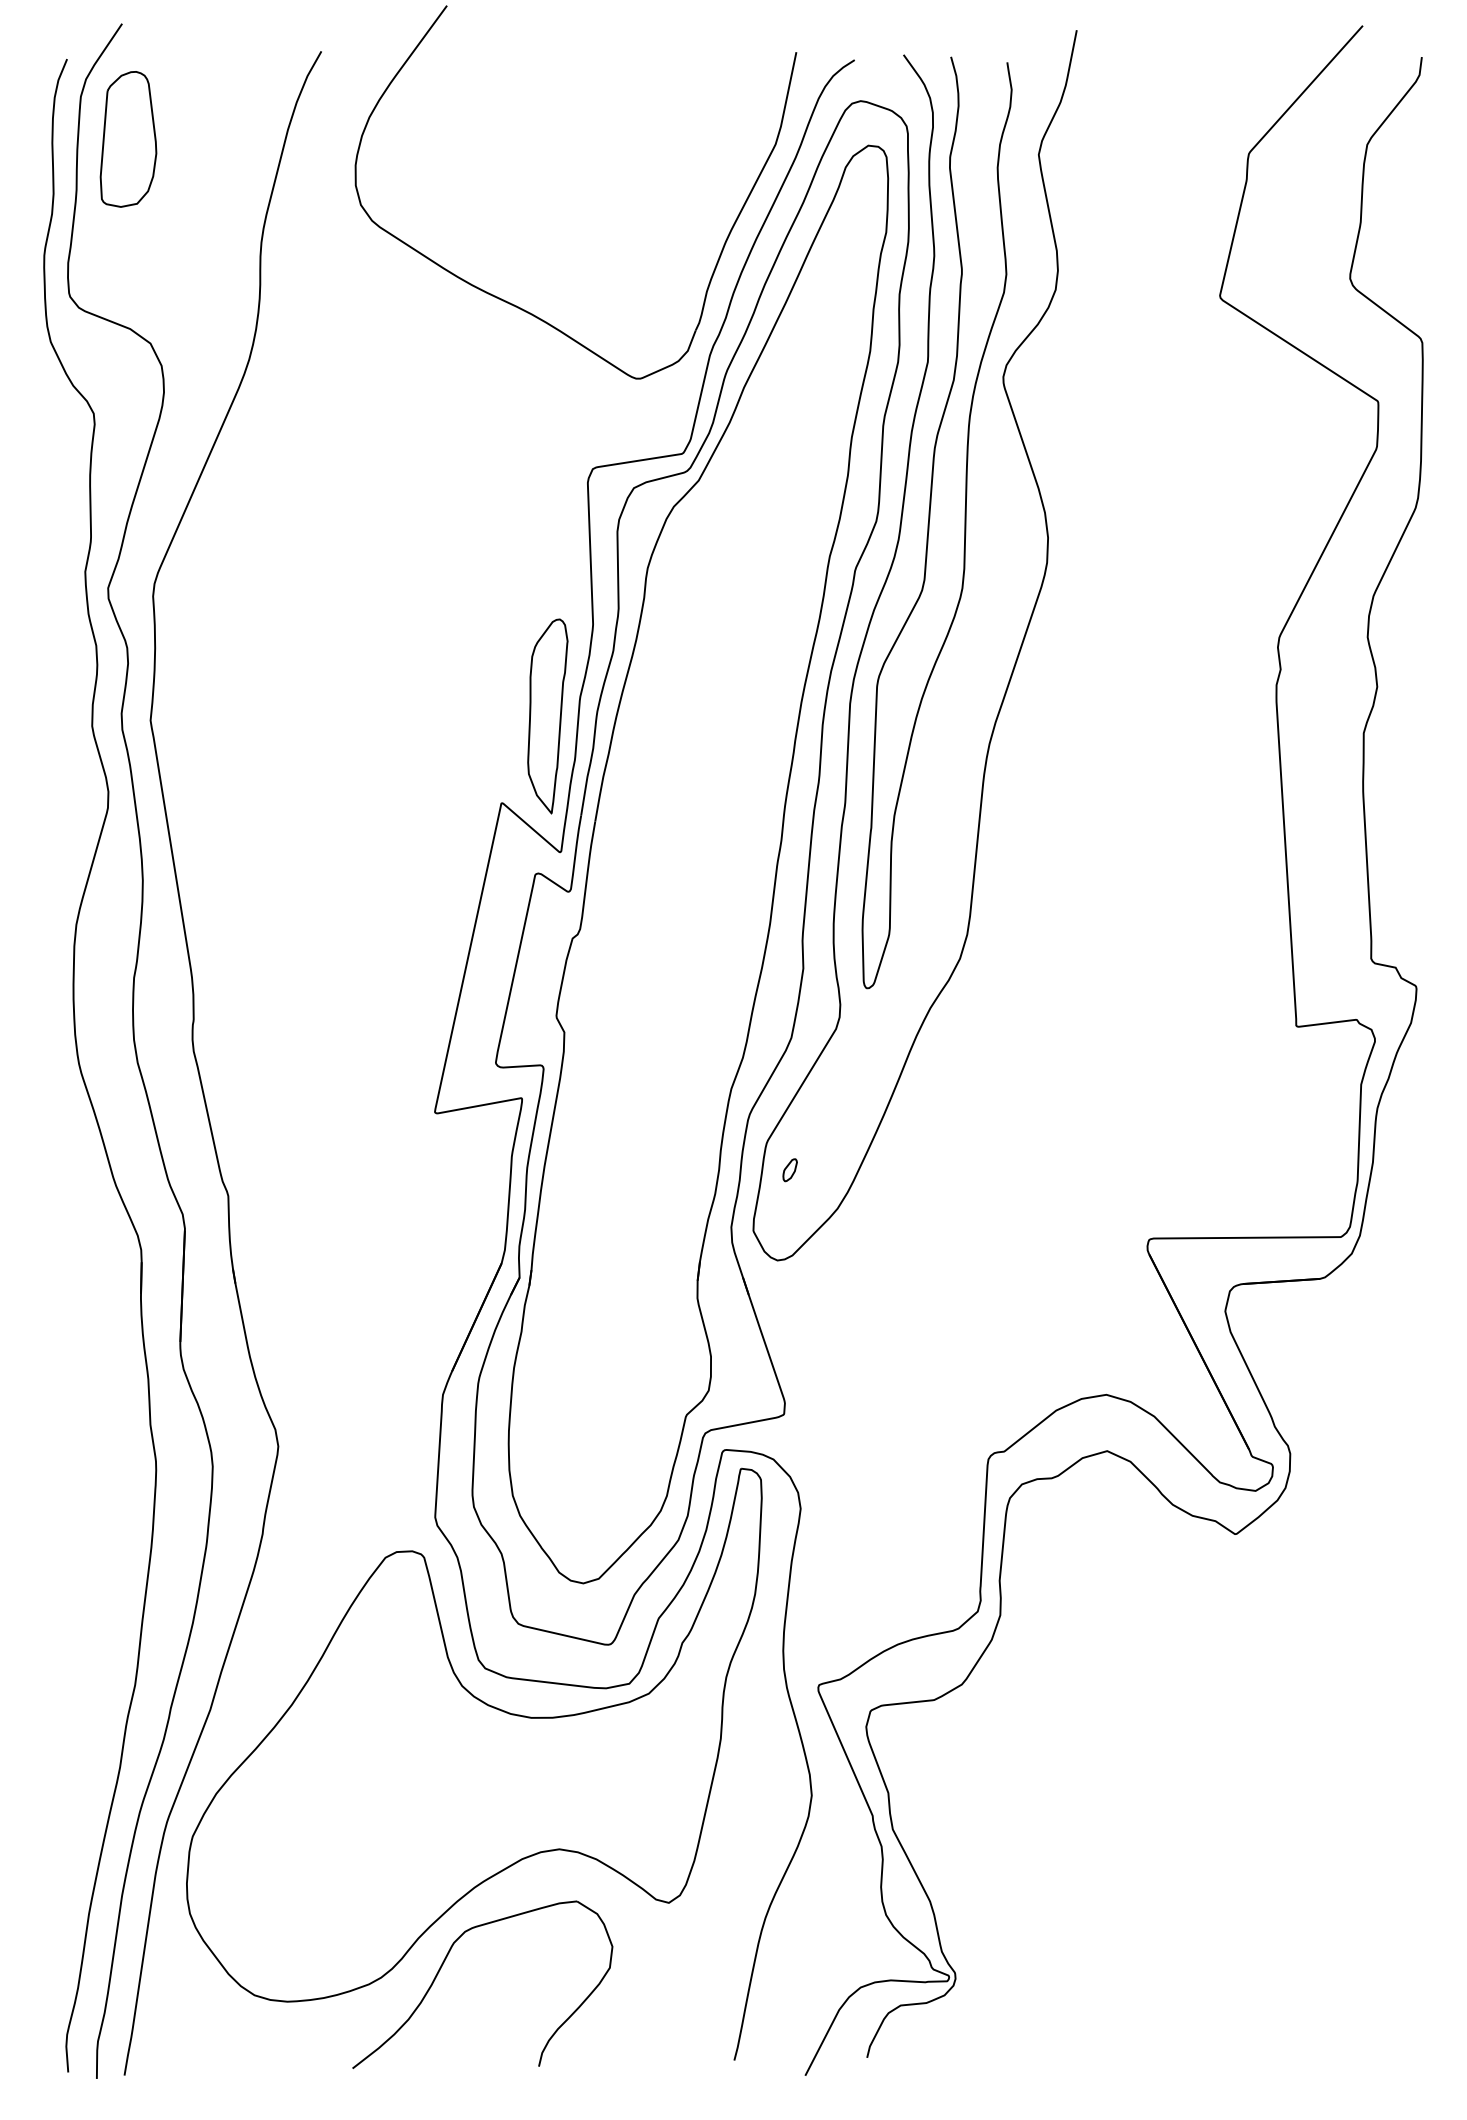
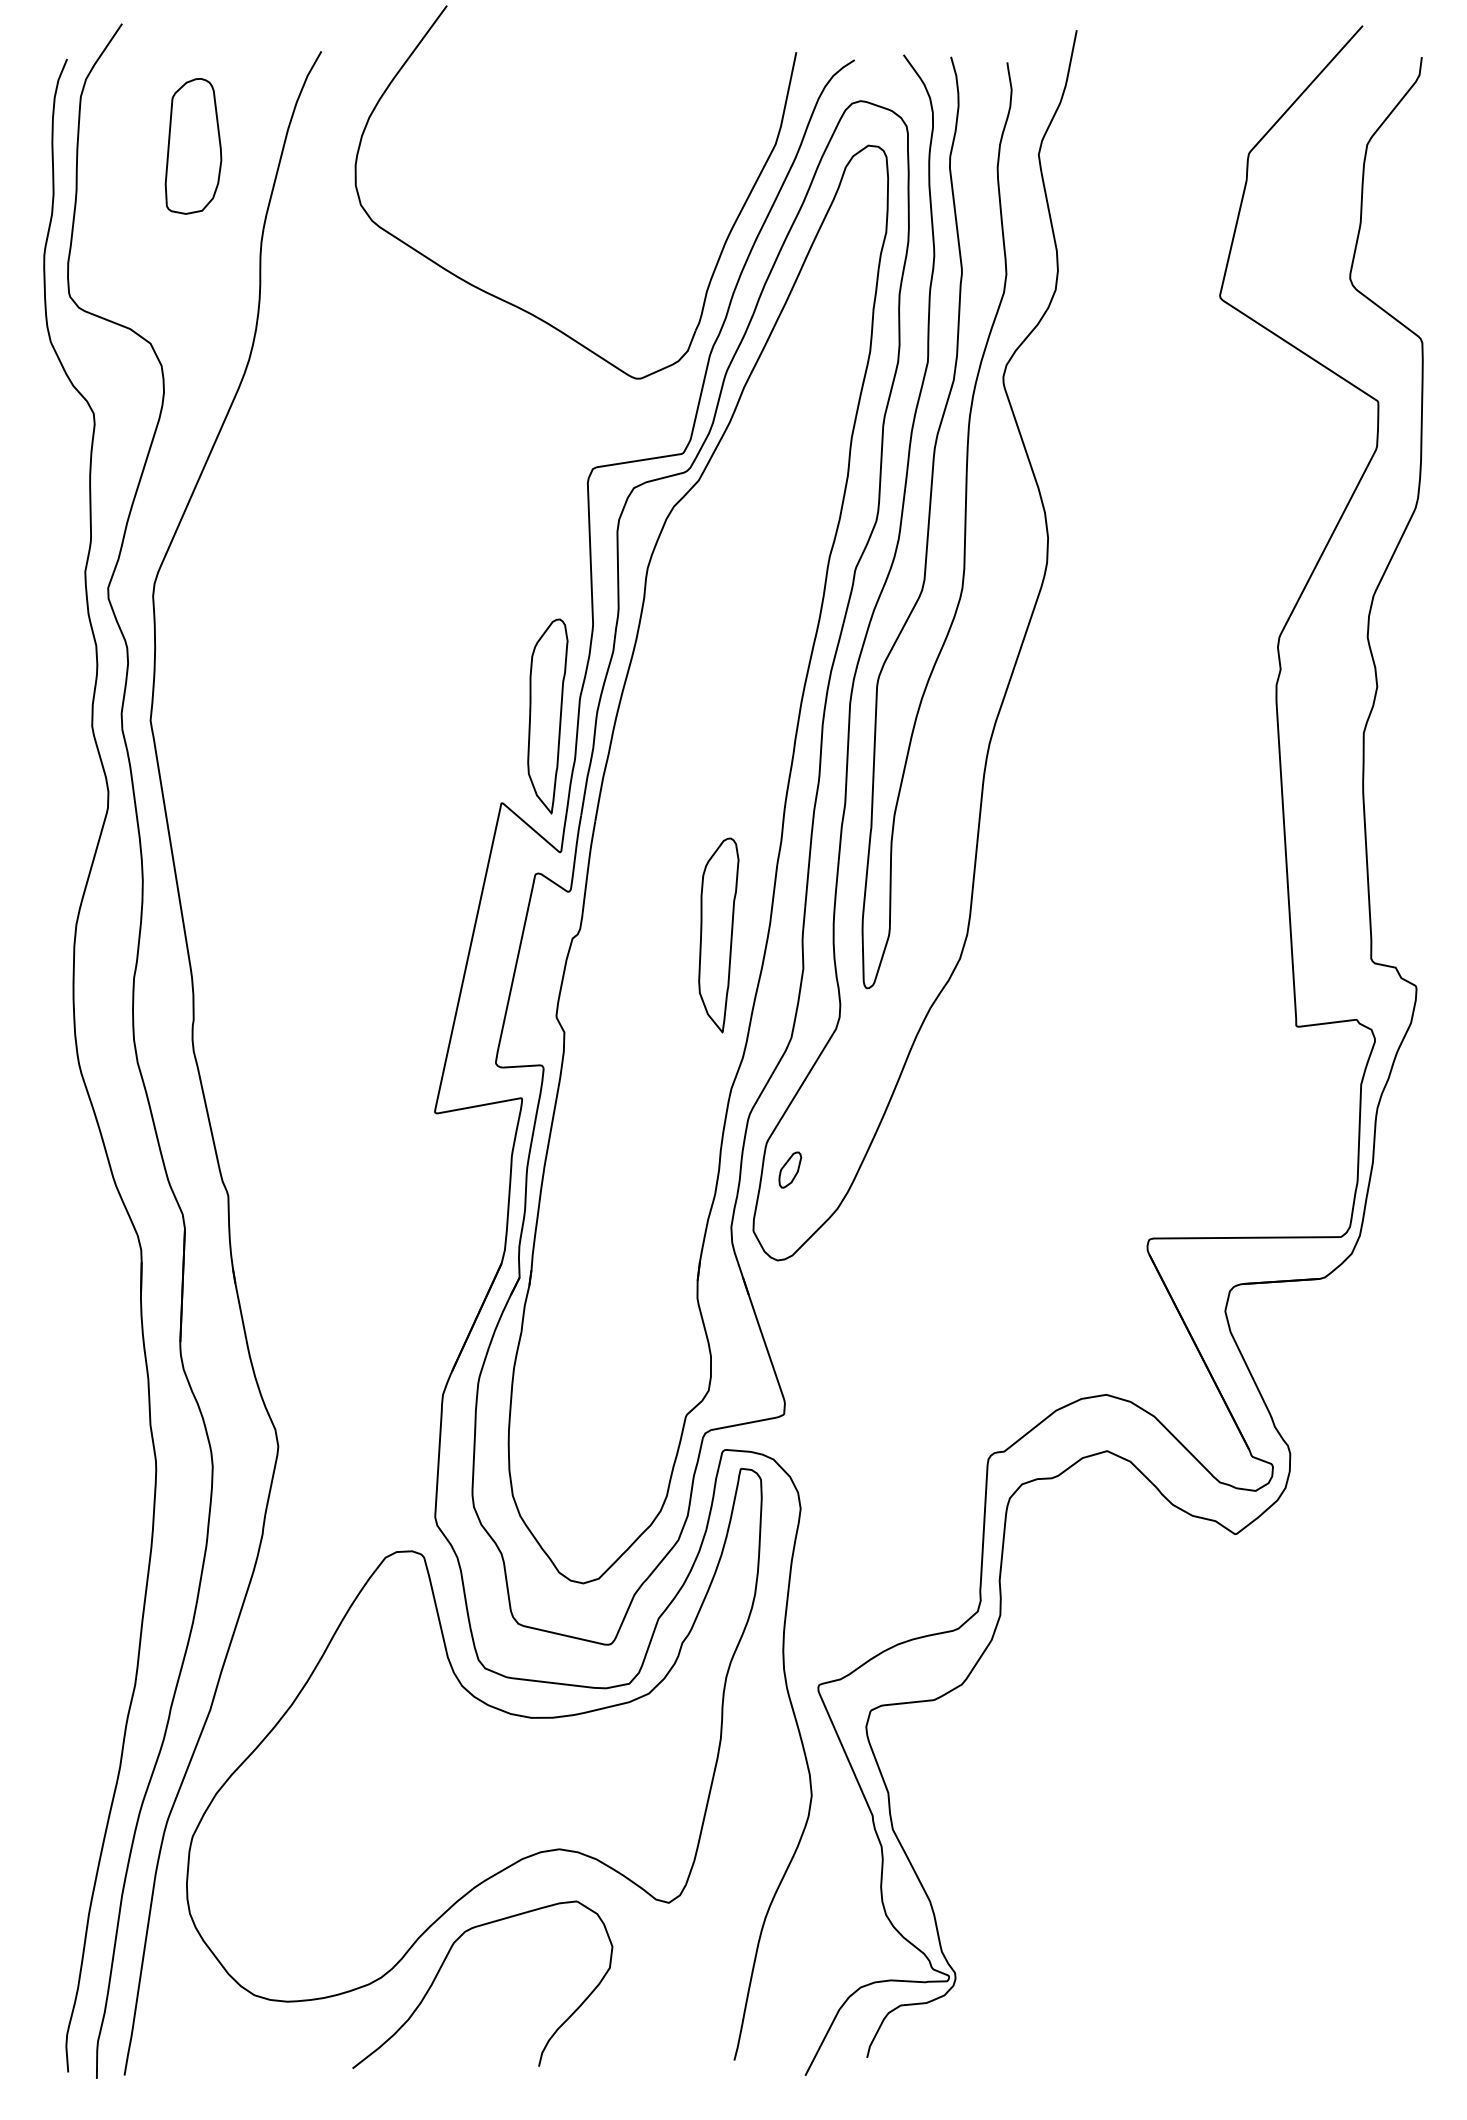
part at (128, 139) position: (128, 139) -> (193, 146)
part at (718, 935): none -> present
part at (789, 1170) size: 16x25 px -> 25x38 px
